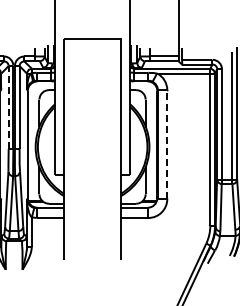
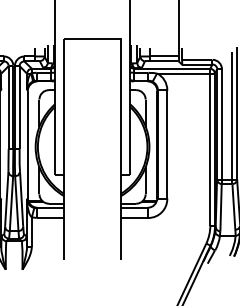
line at (8, 107): dashed -> solid
line at (167, 144): dashed -> solid
